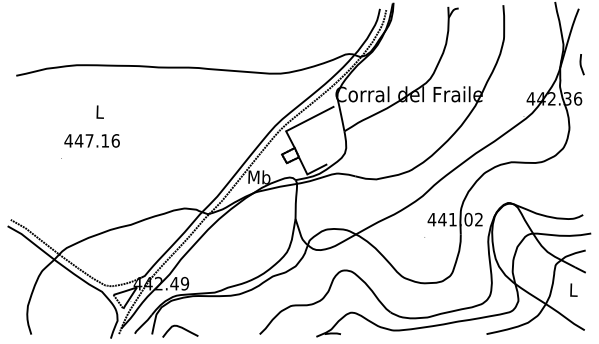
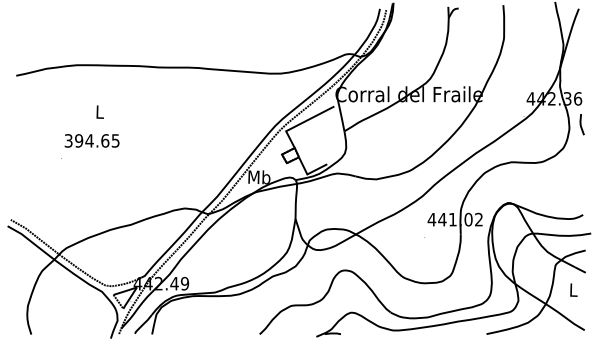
line at (581, 64) position: (581, 64) -> (581, 124)
text at (91, 140): 447.16 -> 394.65
curve at (180, 328): present -> none
